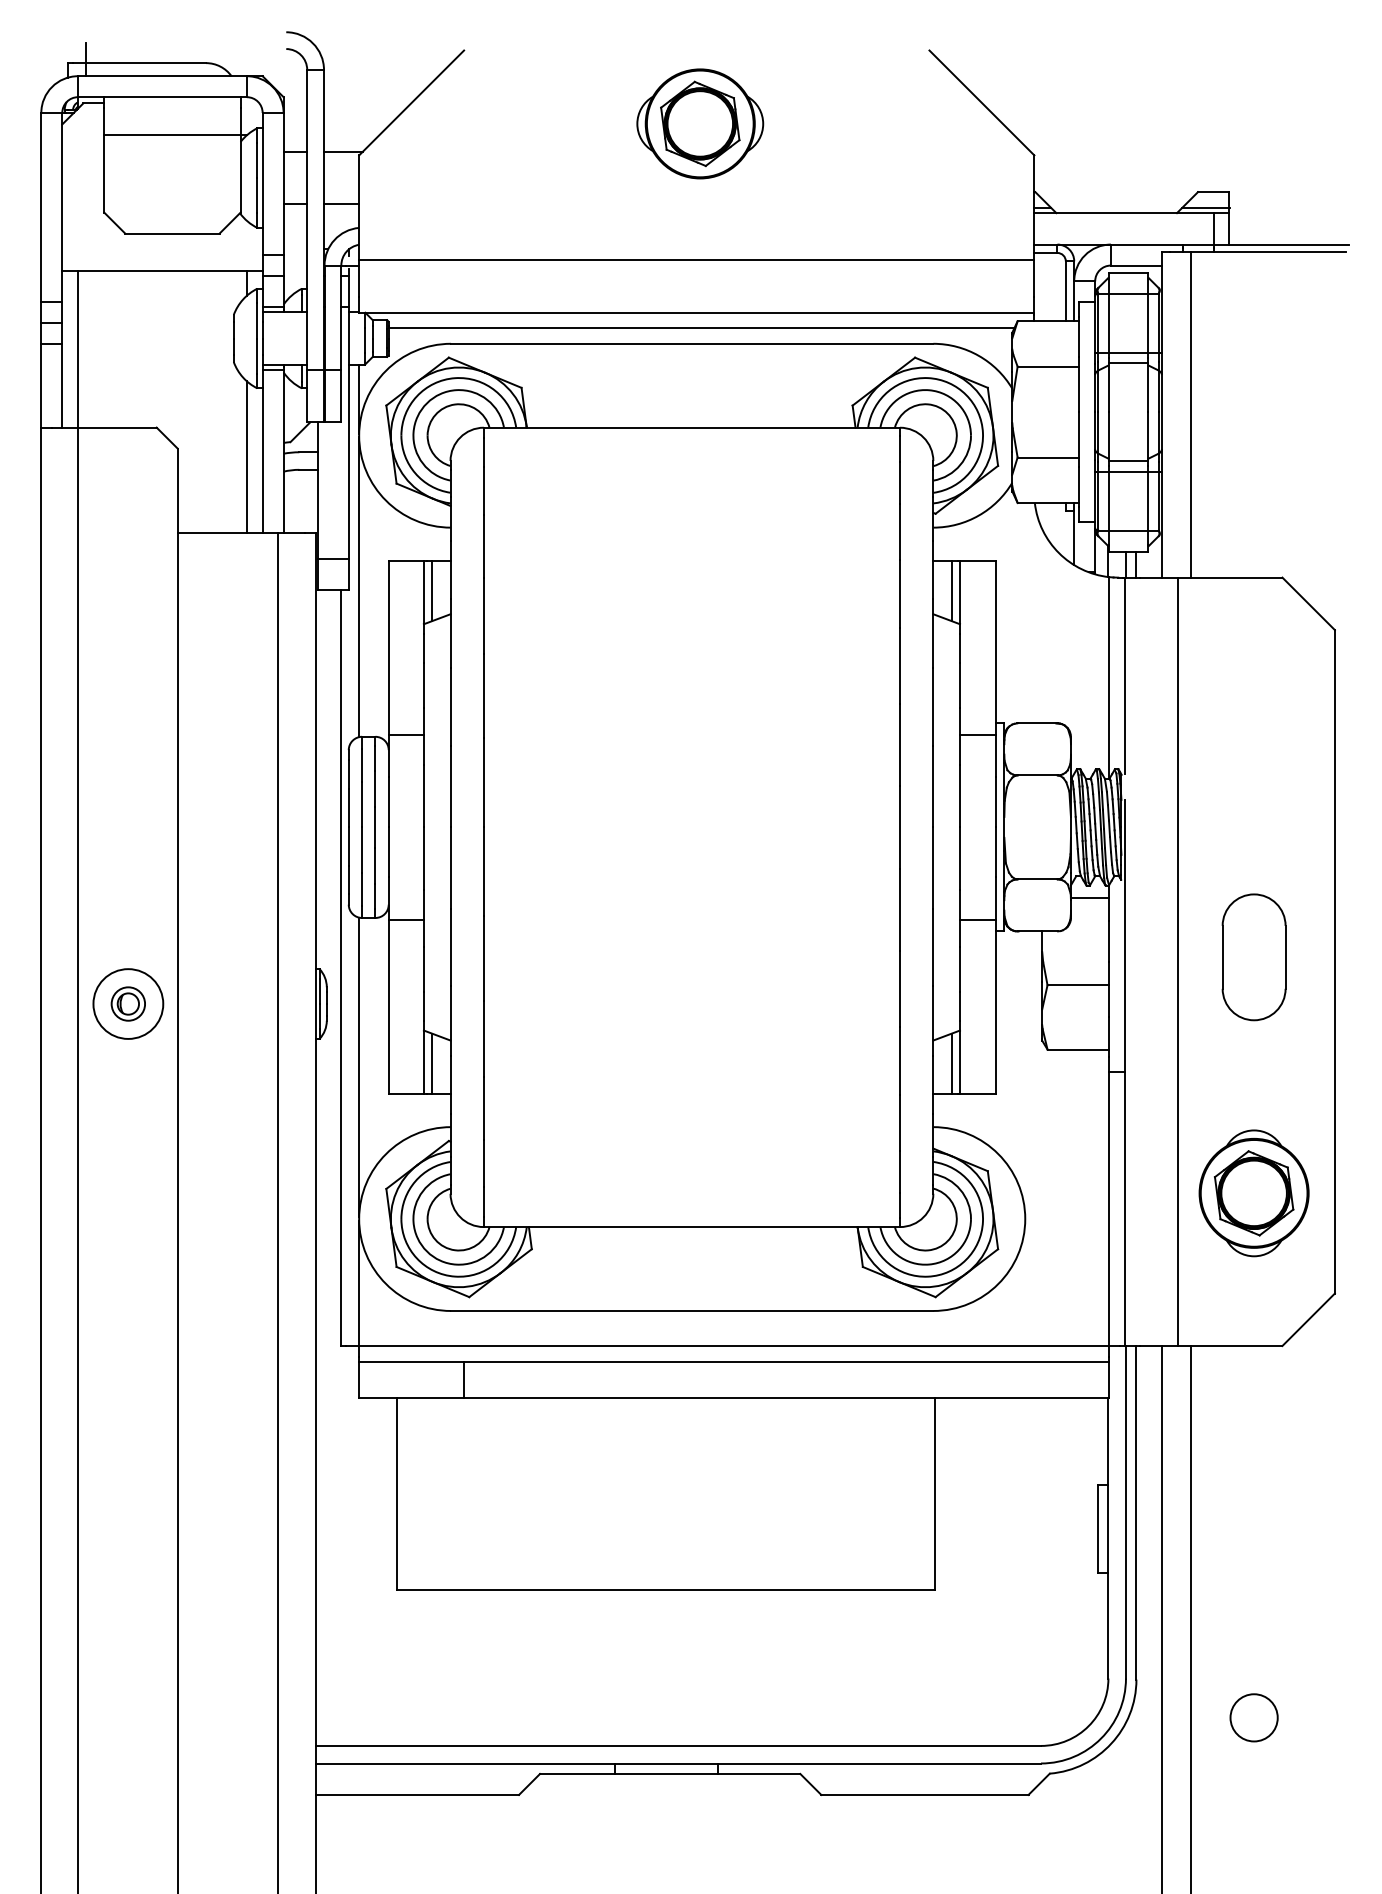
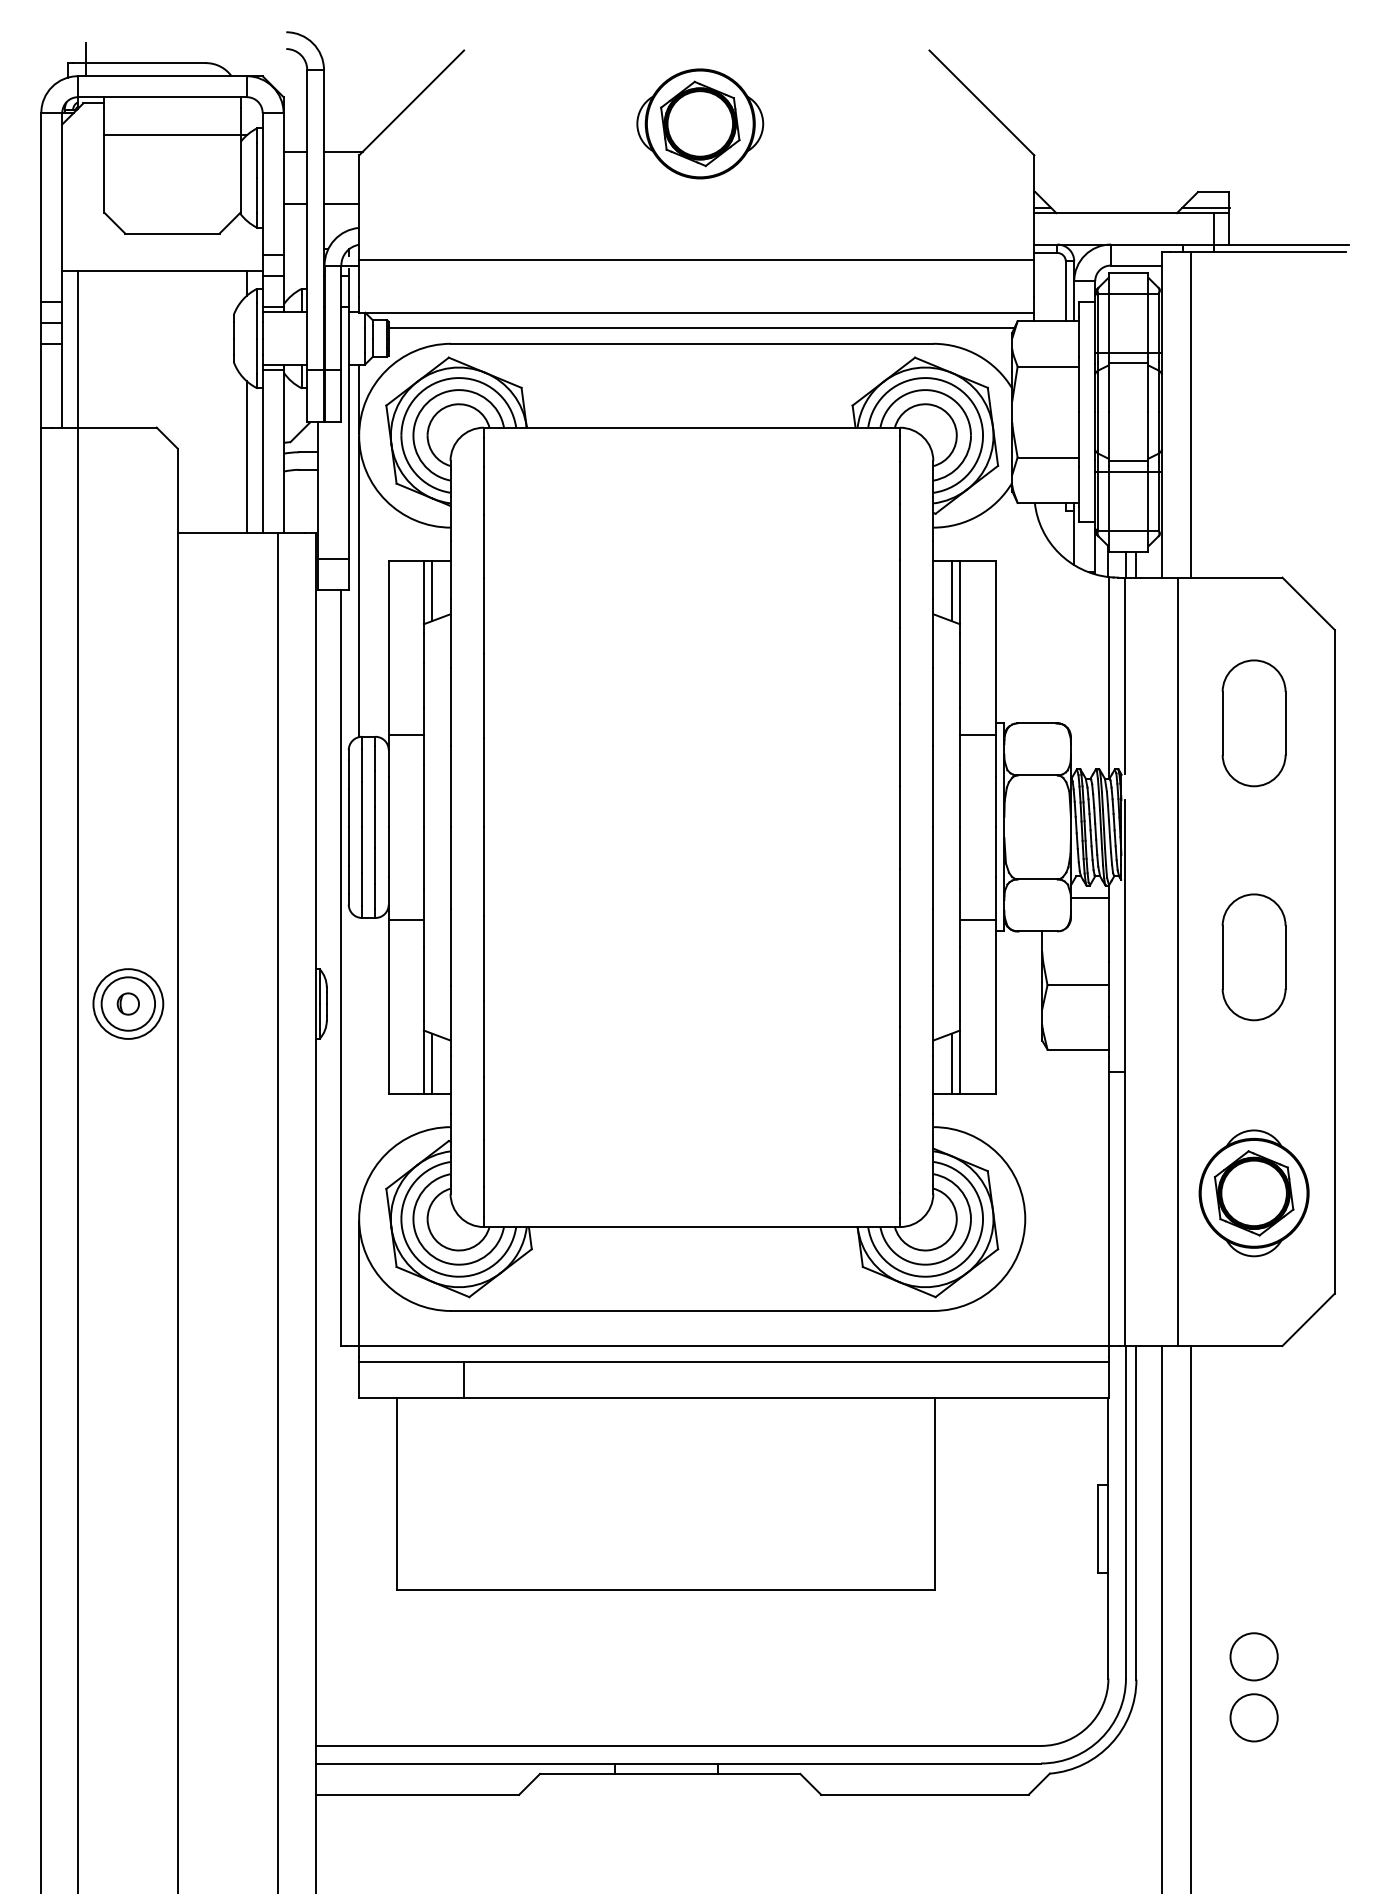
part at (1253, 723): none -> present
circle at (128, 1003) diameter: 33 px -> 53 px
line at (359, 1067): present -> none
circle at (1253, 1656): none -> present
